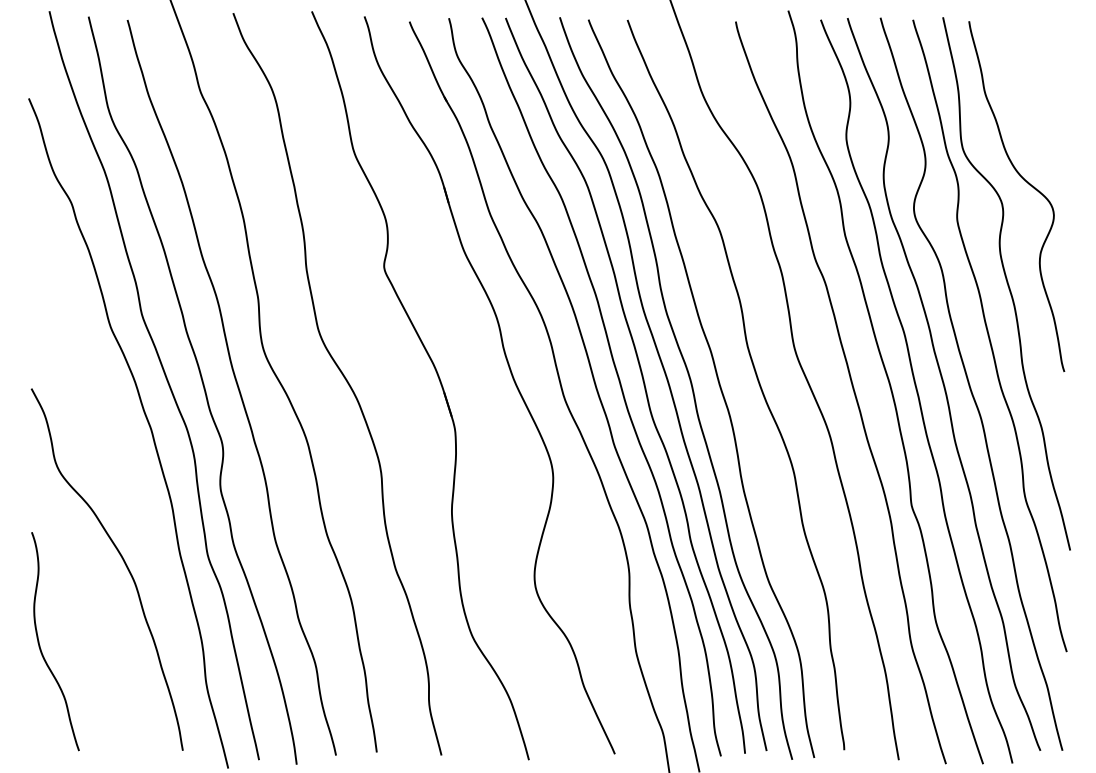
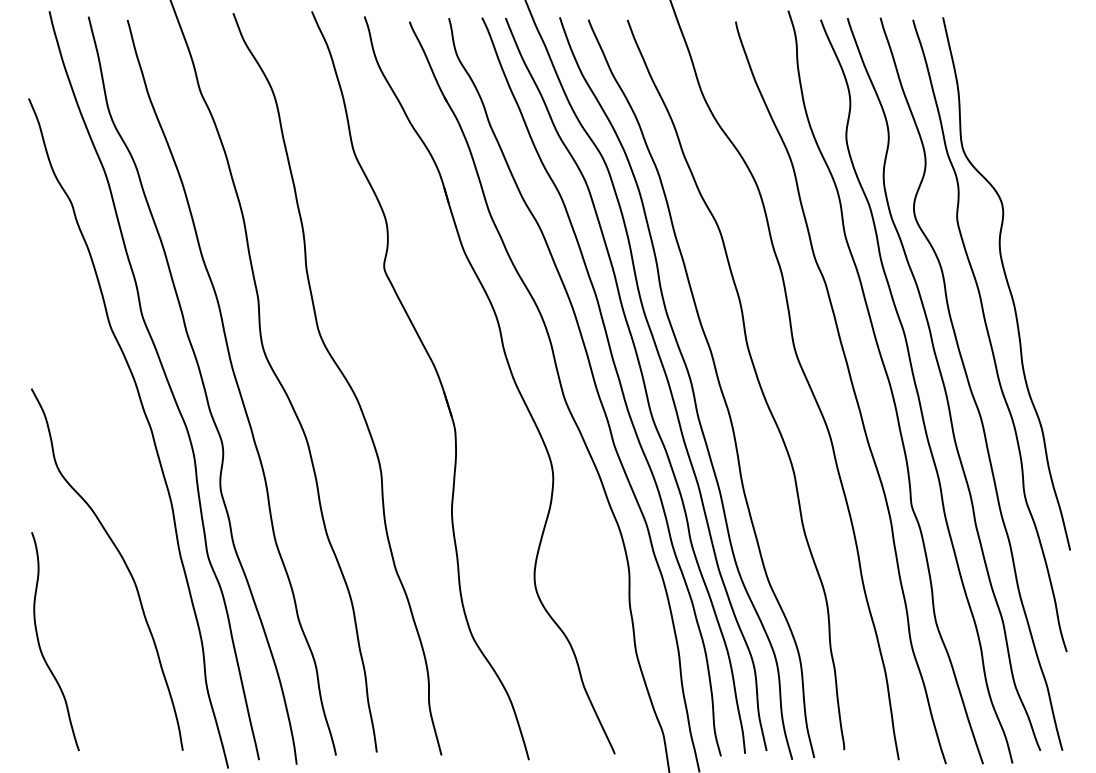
curve at (1028, 184): present -> none
